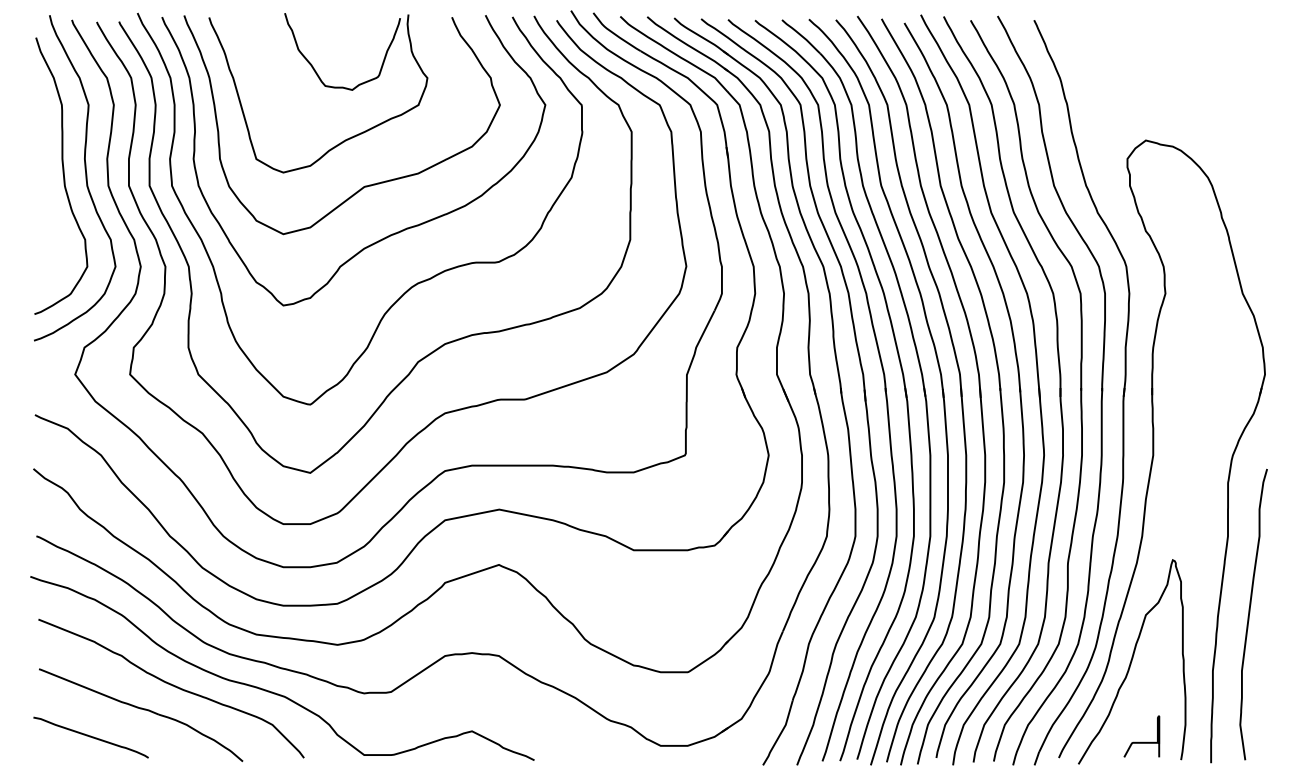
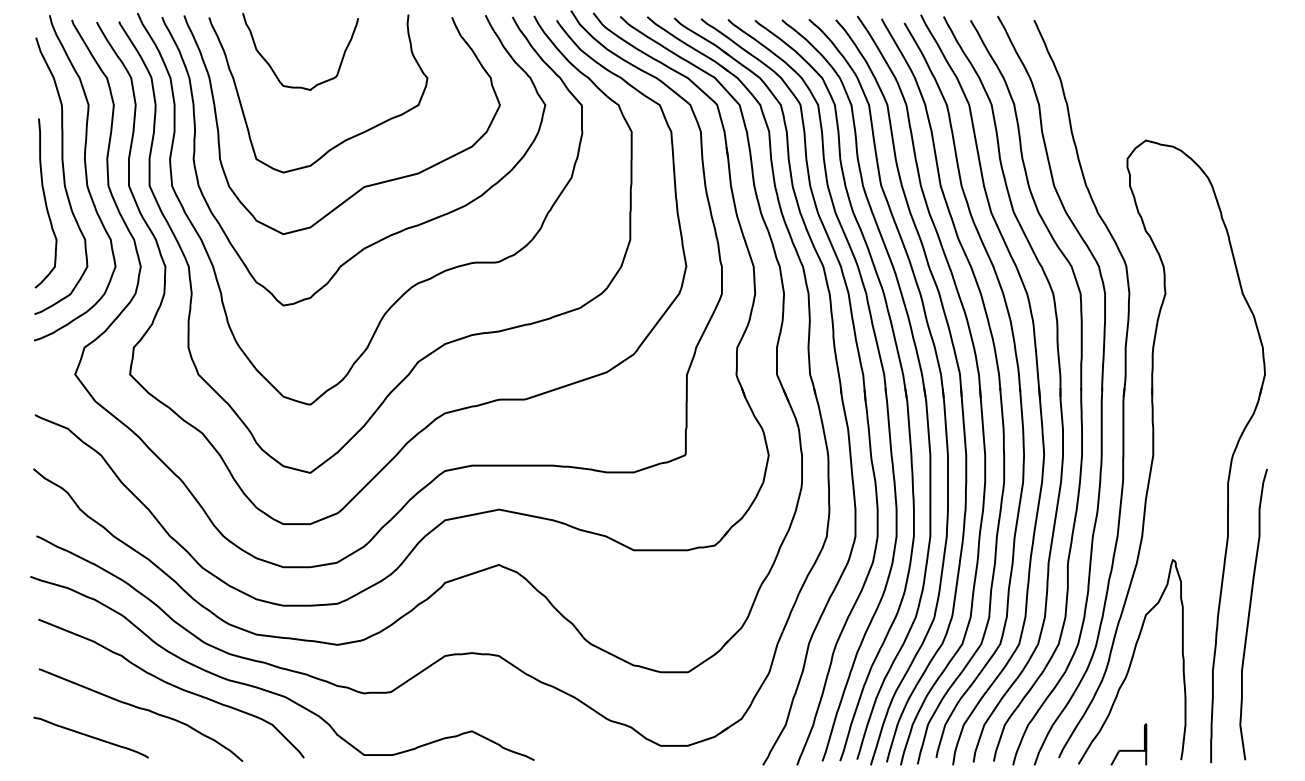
curve at (315, 69) position: (315, 69) -> (273, 69)
curve at (45, 203): none -> present
curve at (1141, 741) position: (1141, 741) -> (1128, 749)
